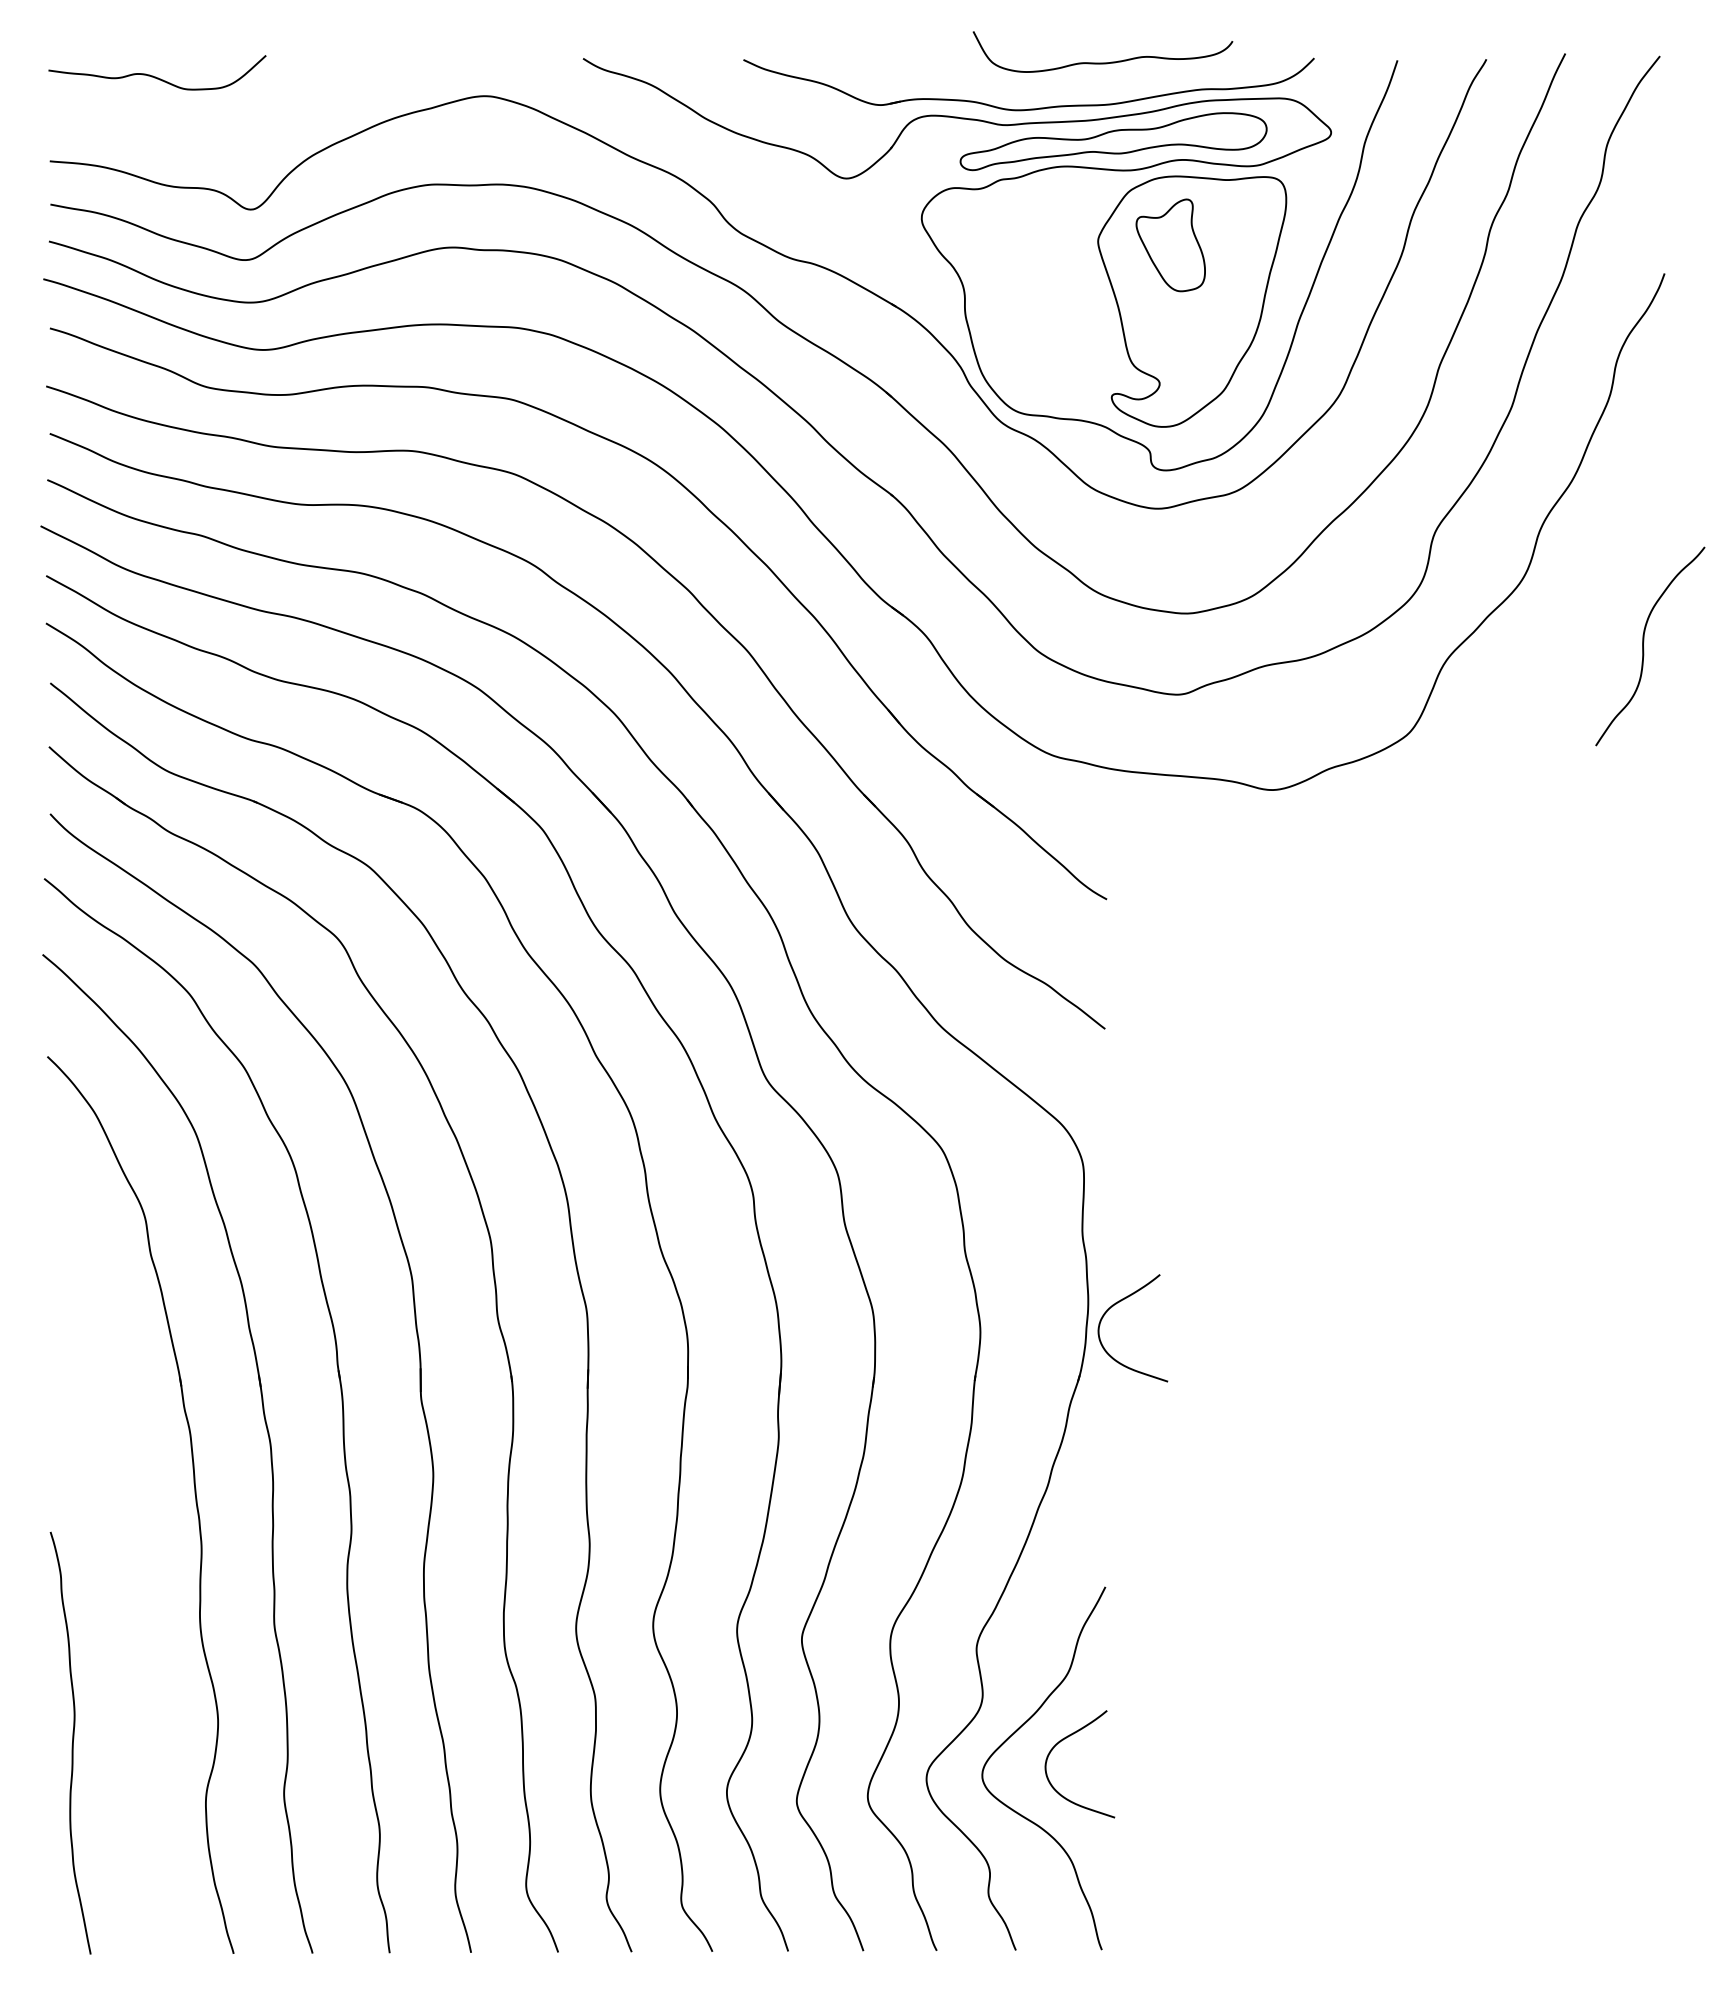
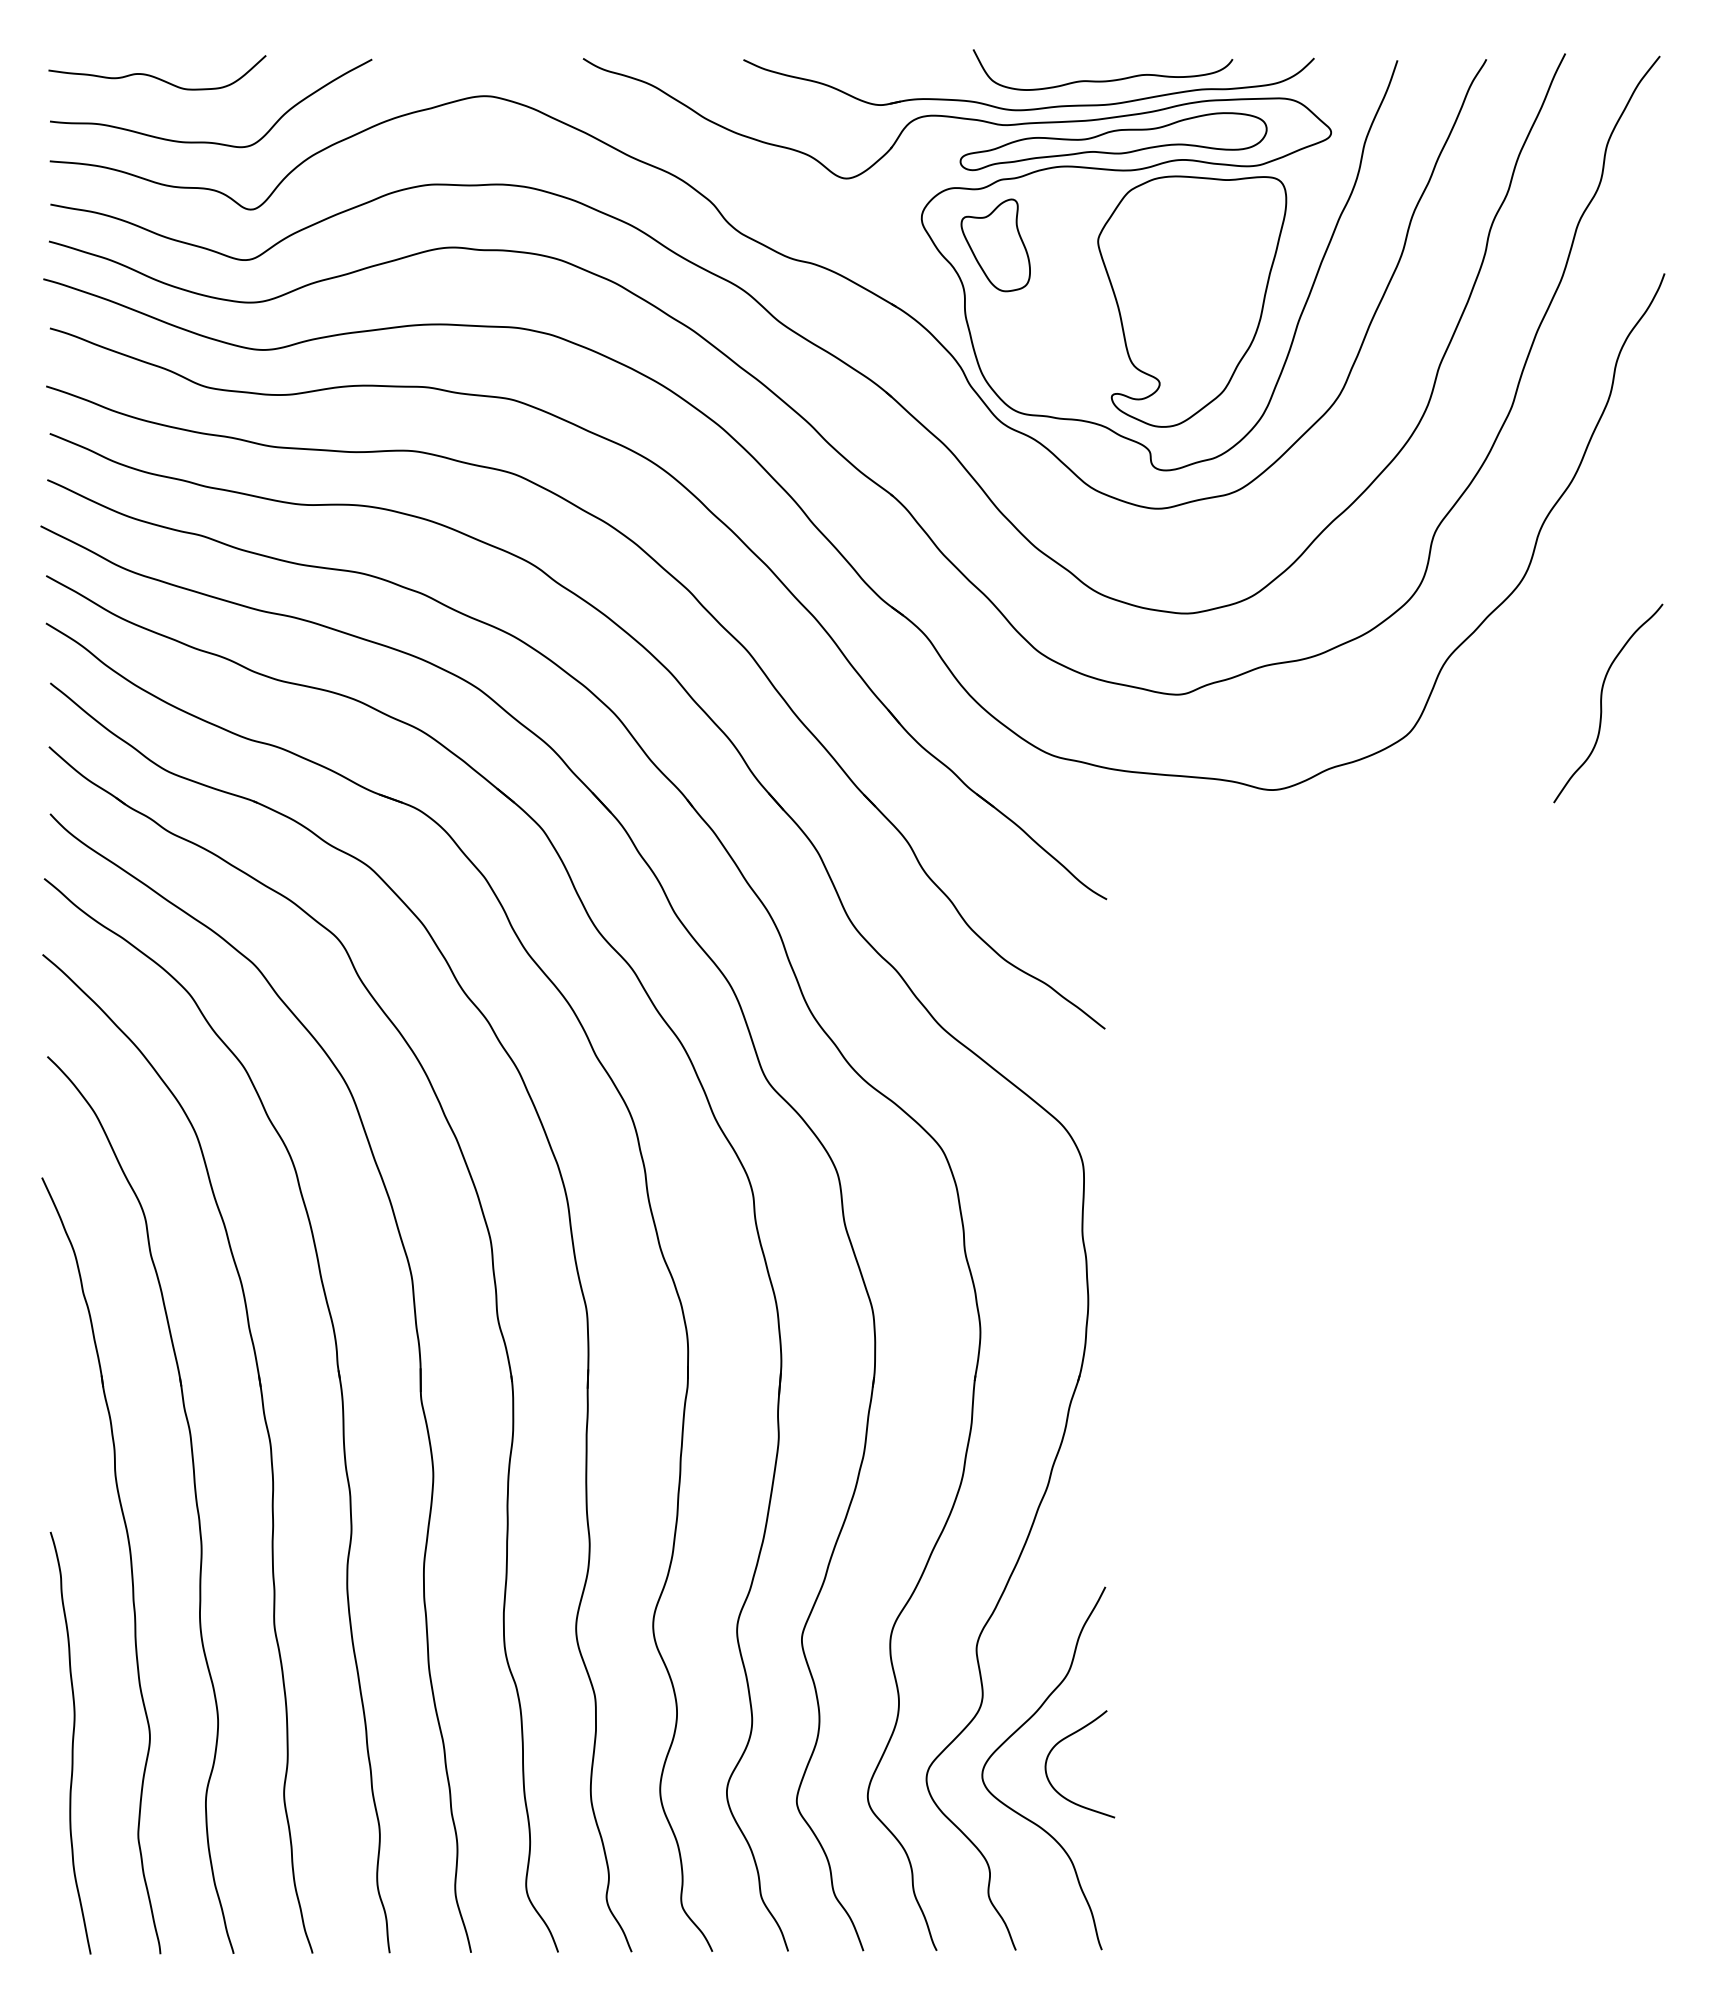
curve at (1102, 62) position: (1102, 62) -> (1102, 80)
curve at (209, 141): none -> present
part at (1170, 245) position: (1170, 245) -> (995, 245)
curve at (1644, 649) position: (1644, 649) -> (1602, 706)
curve at (1118, 1303): present -> none
part at (130, 1565): none -> present
